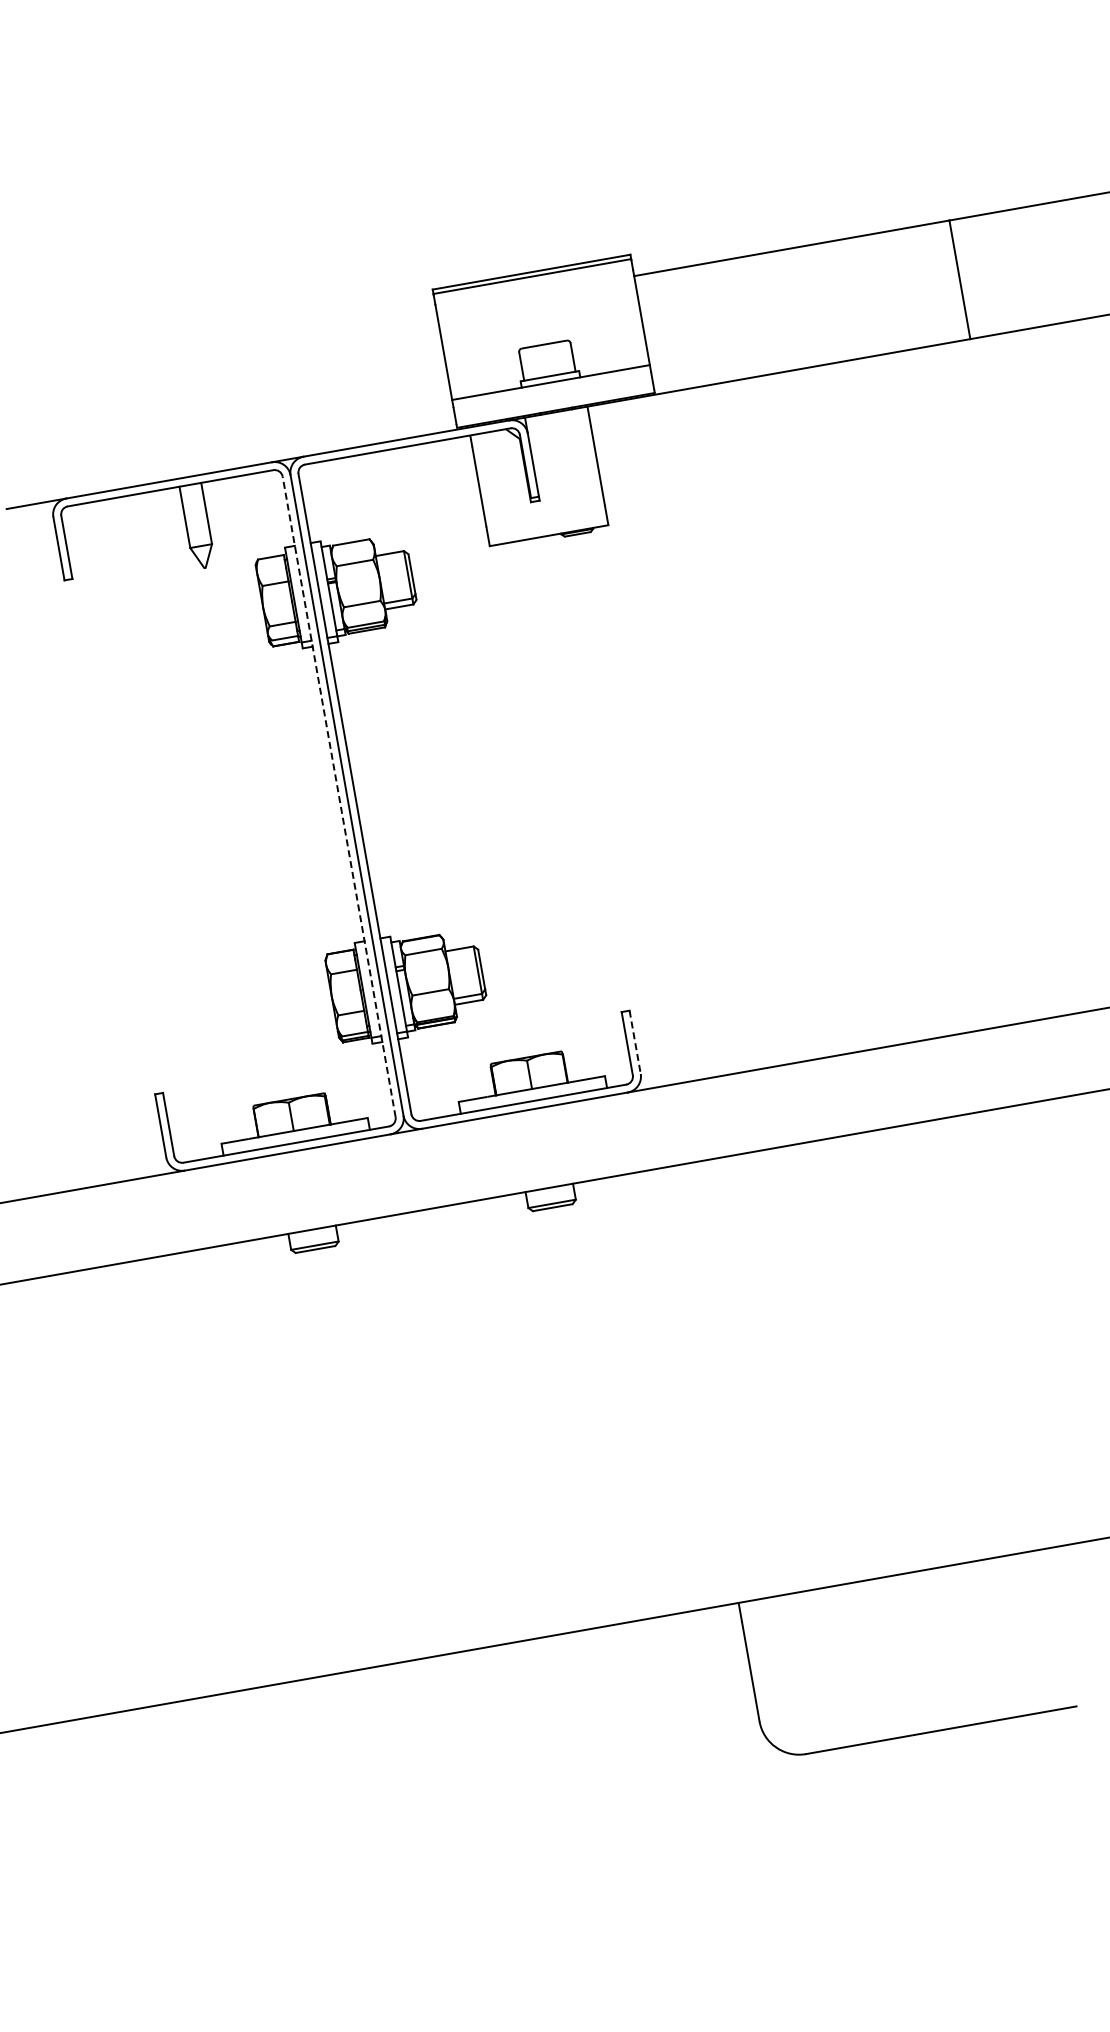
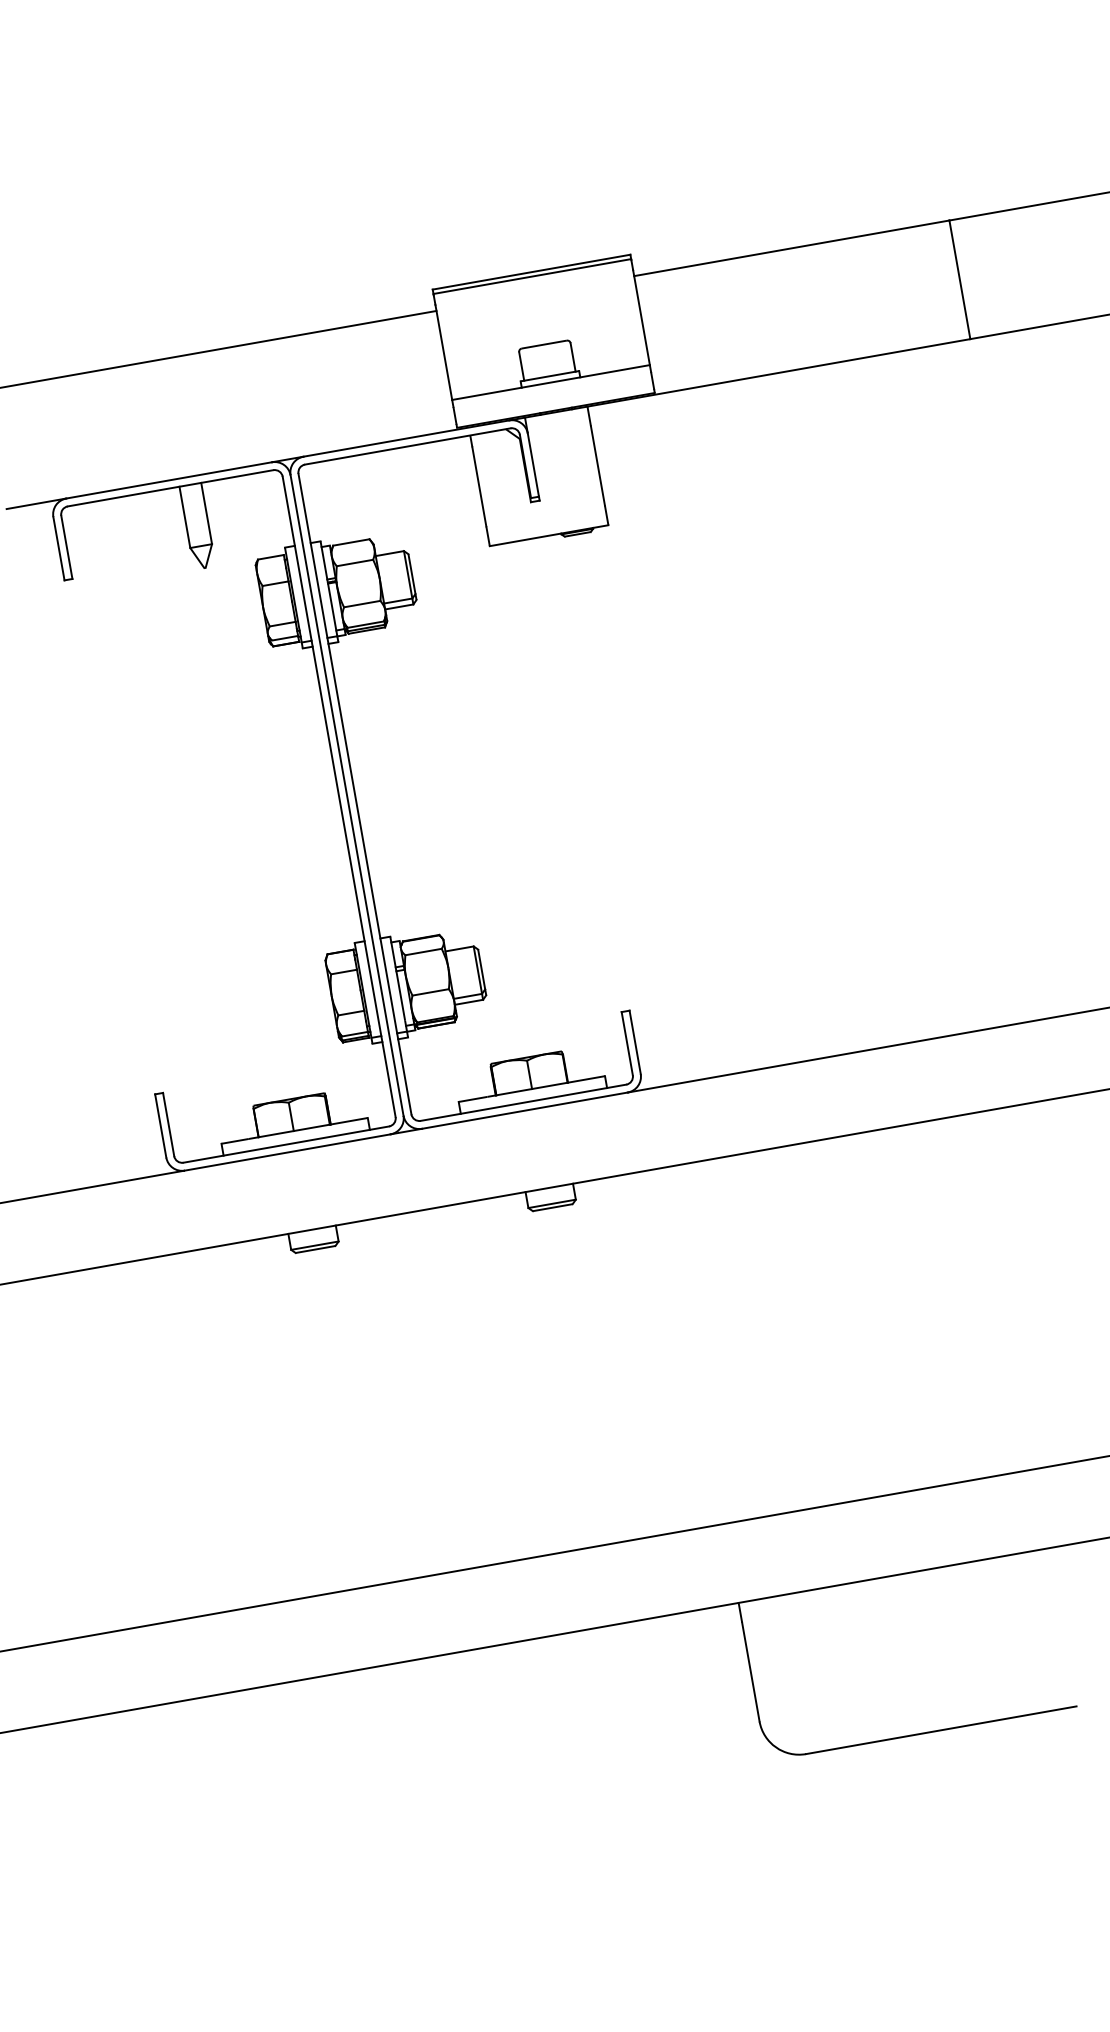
line at (219, 348): none -> present
line at (339, 796): dashed -> solid
line at (635, 1042): dashed -> solid
line at (554, 1553): none -> present
